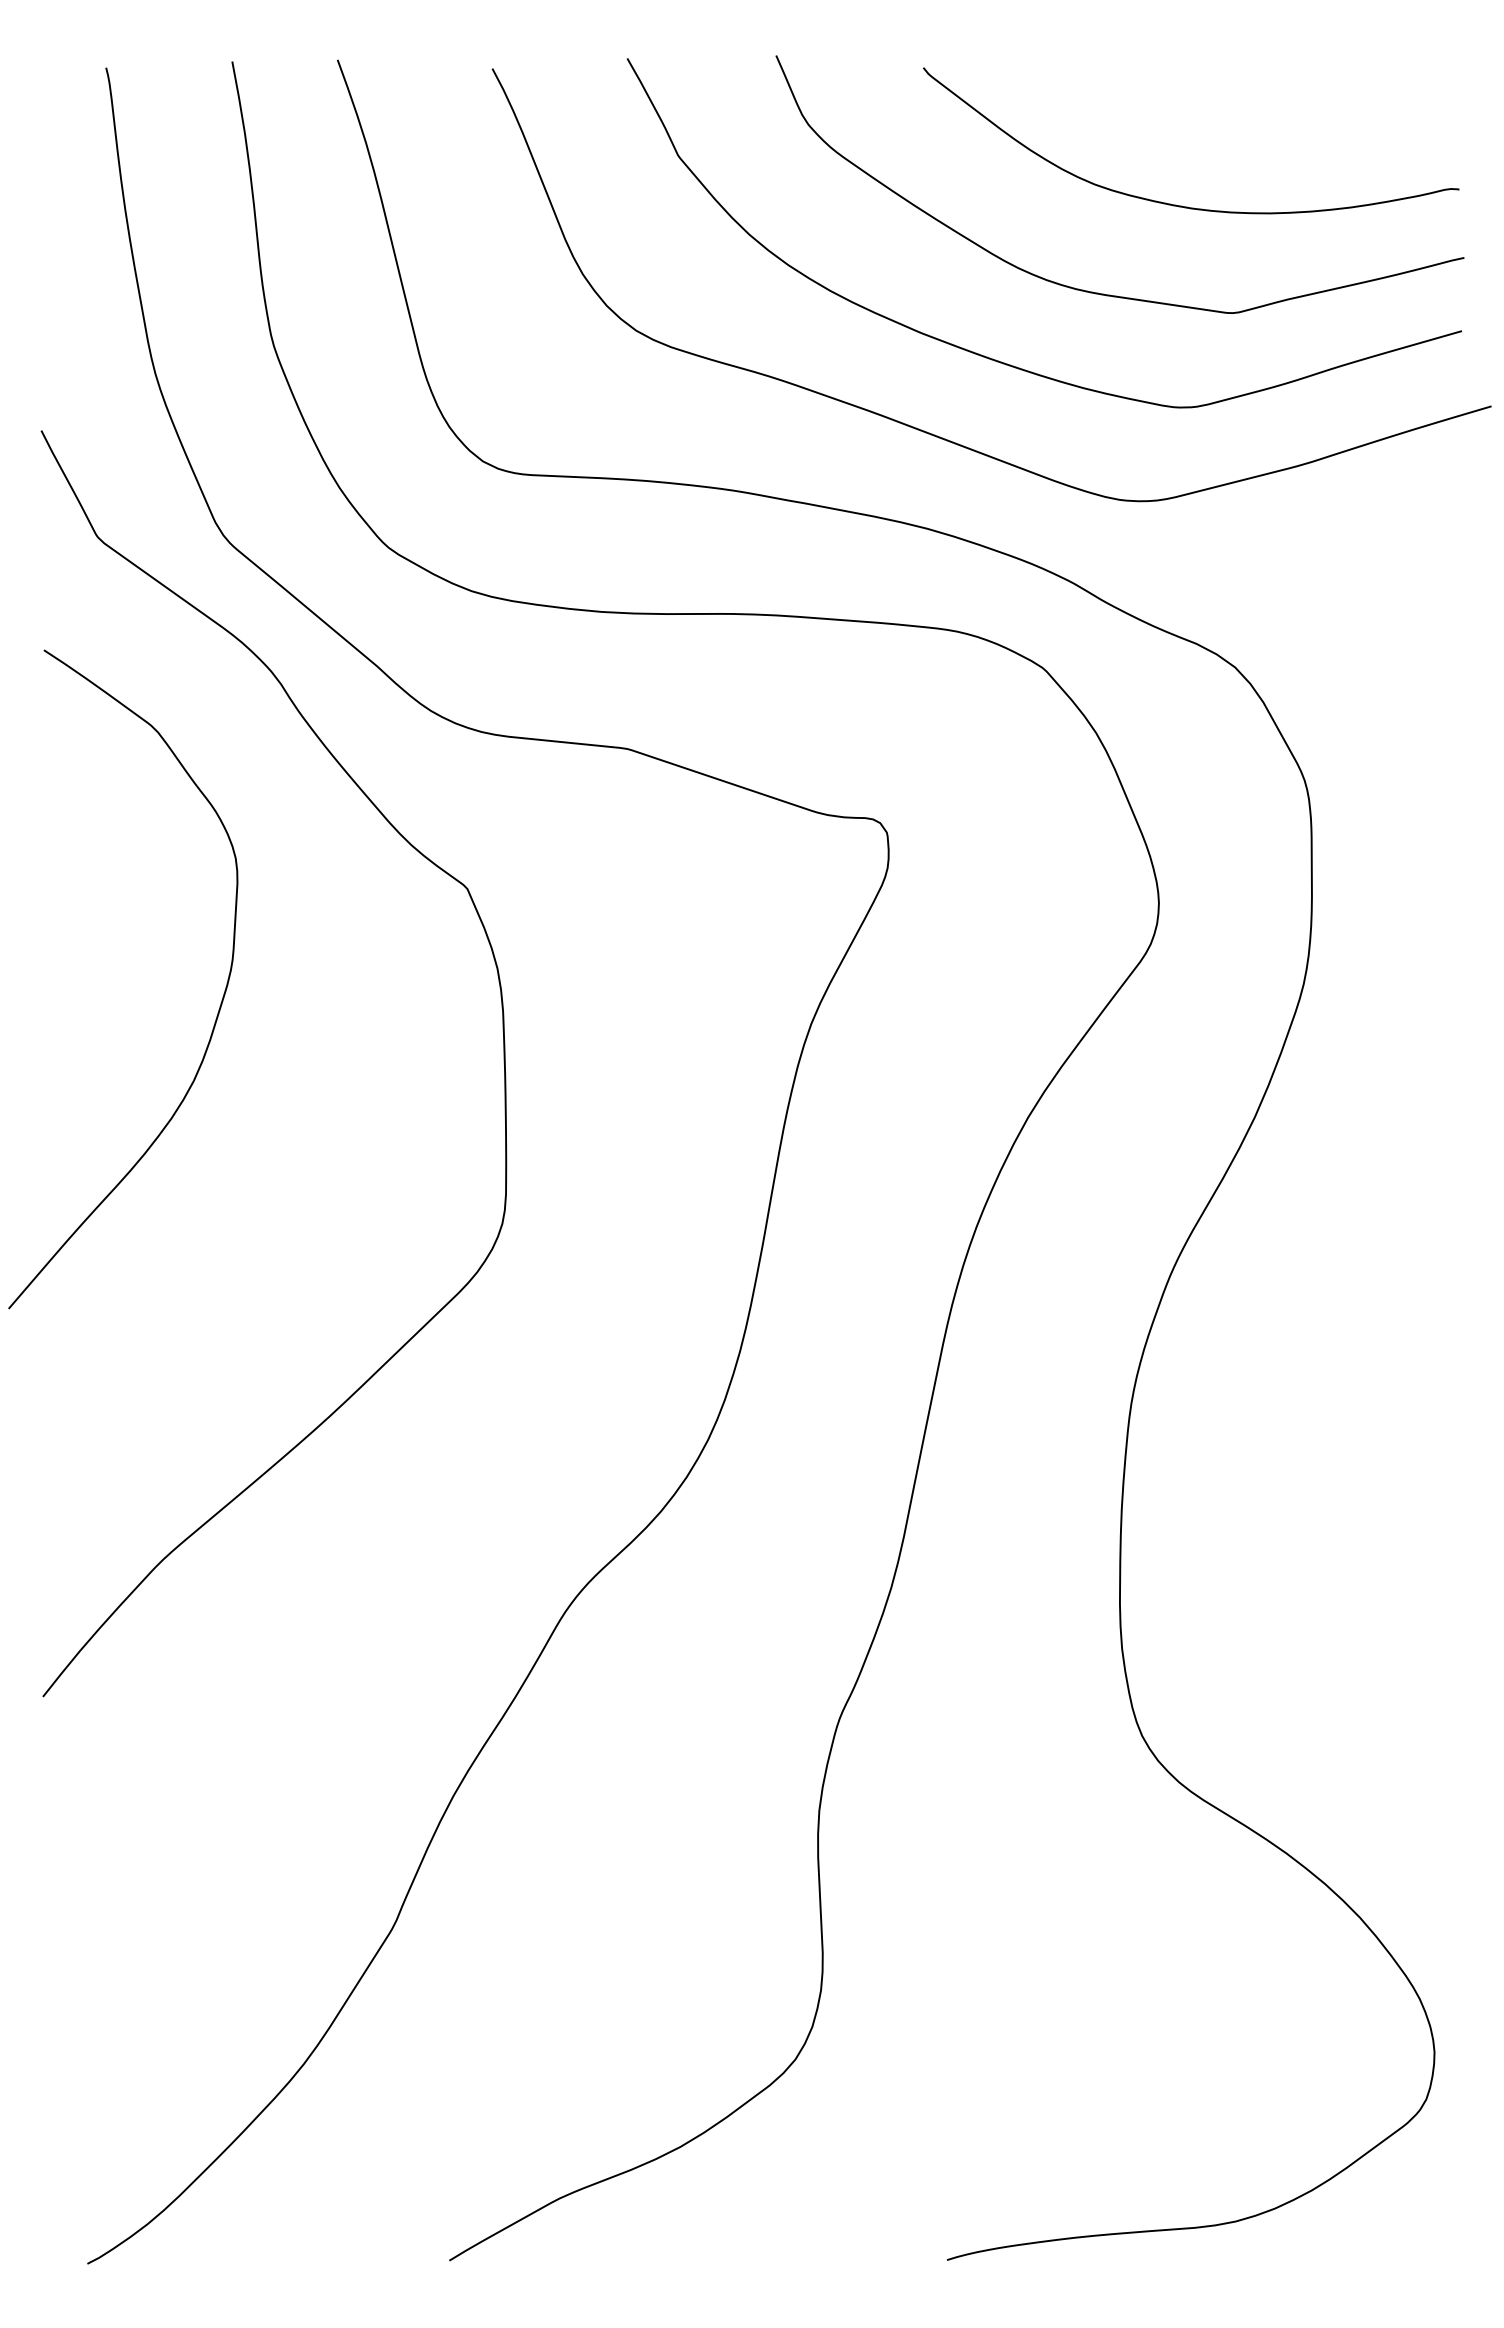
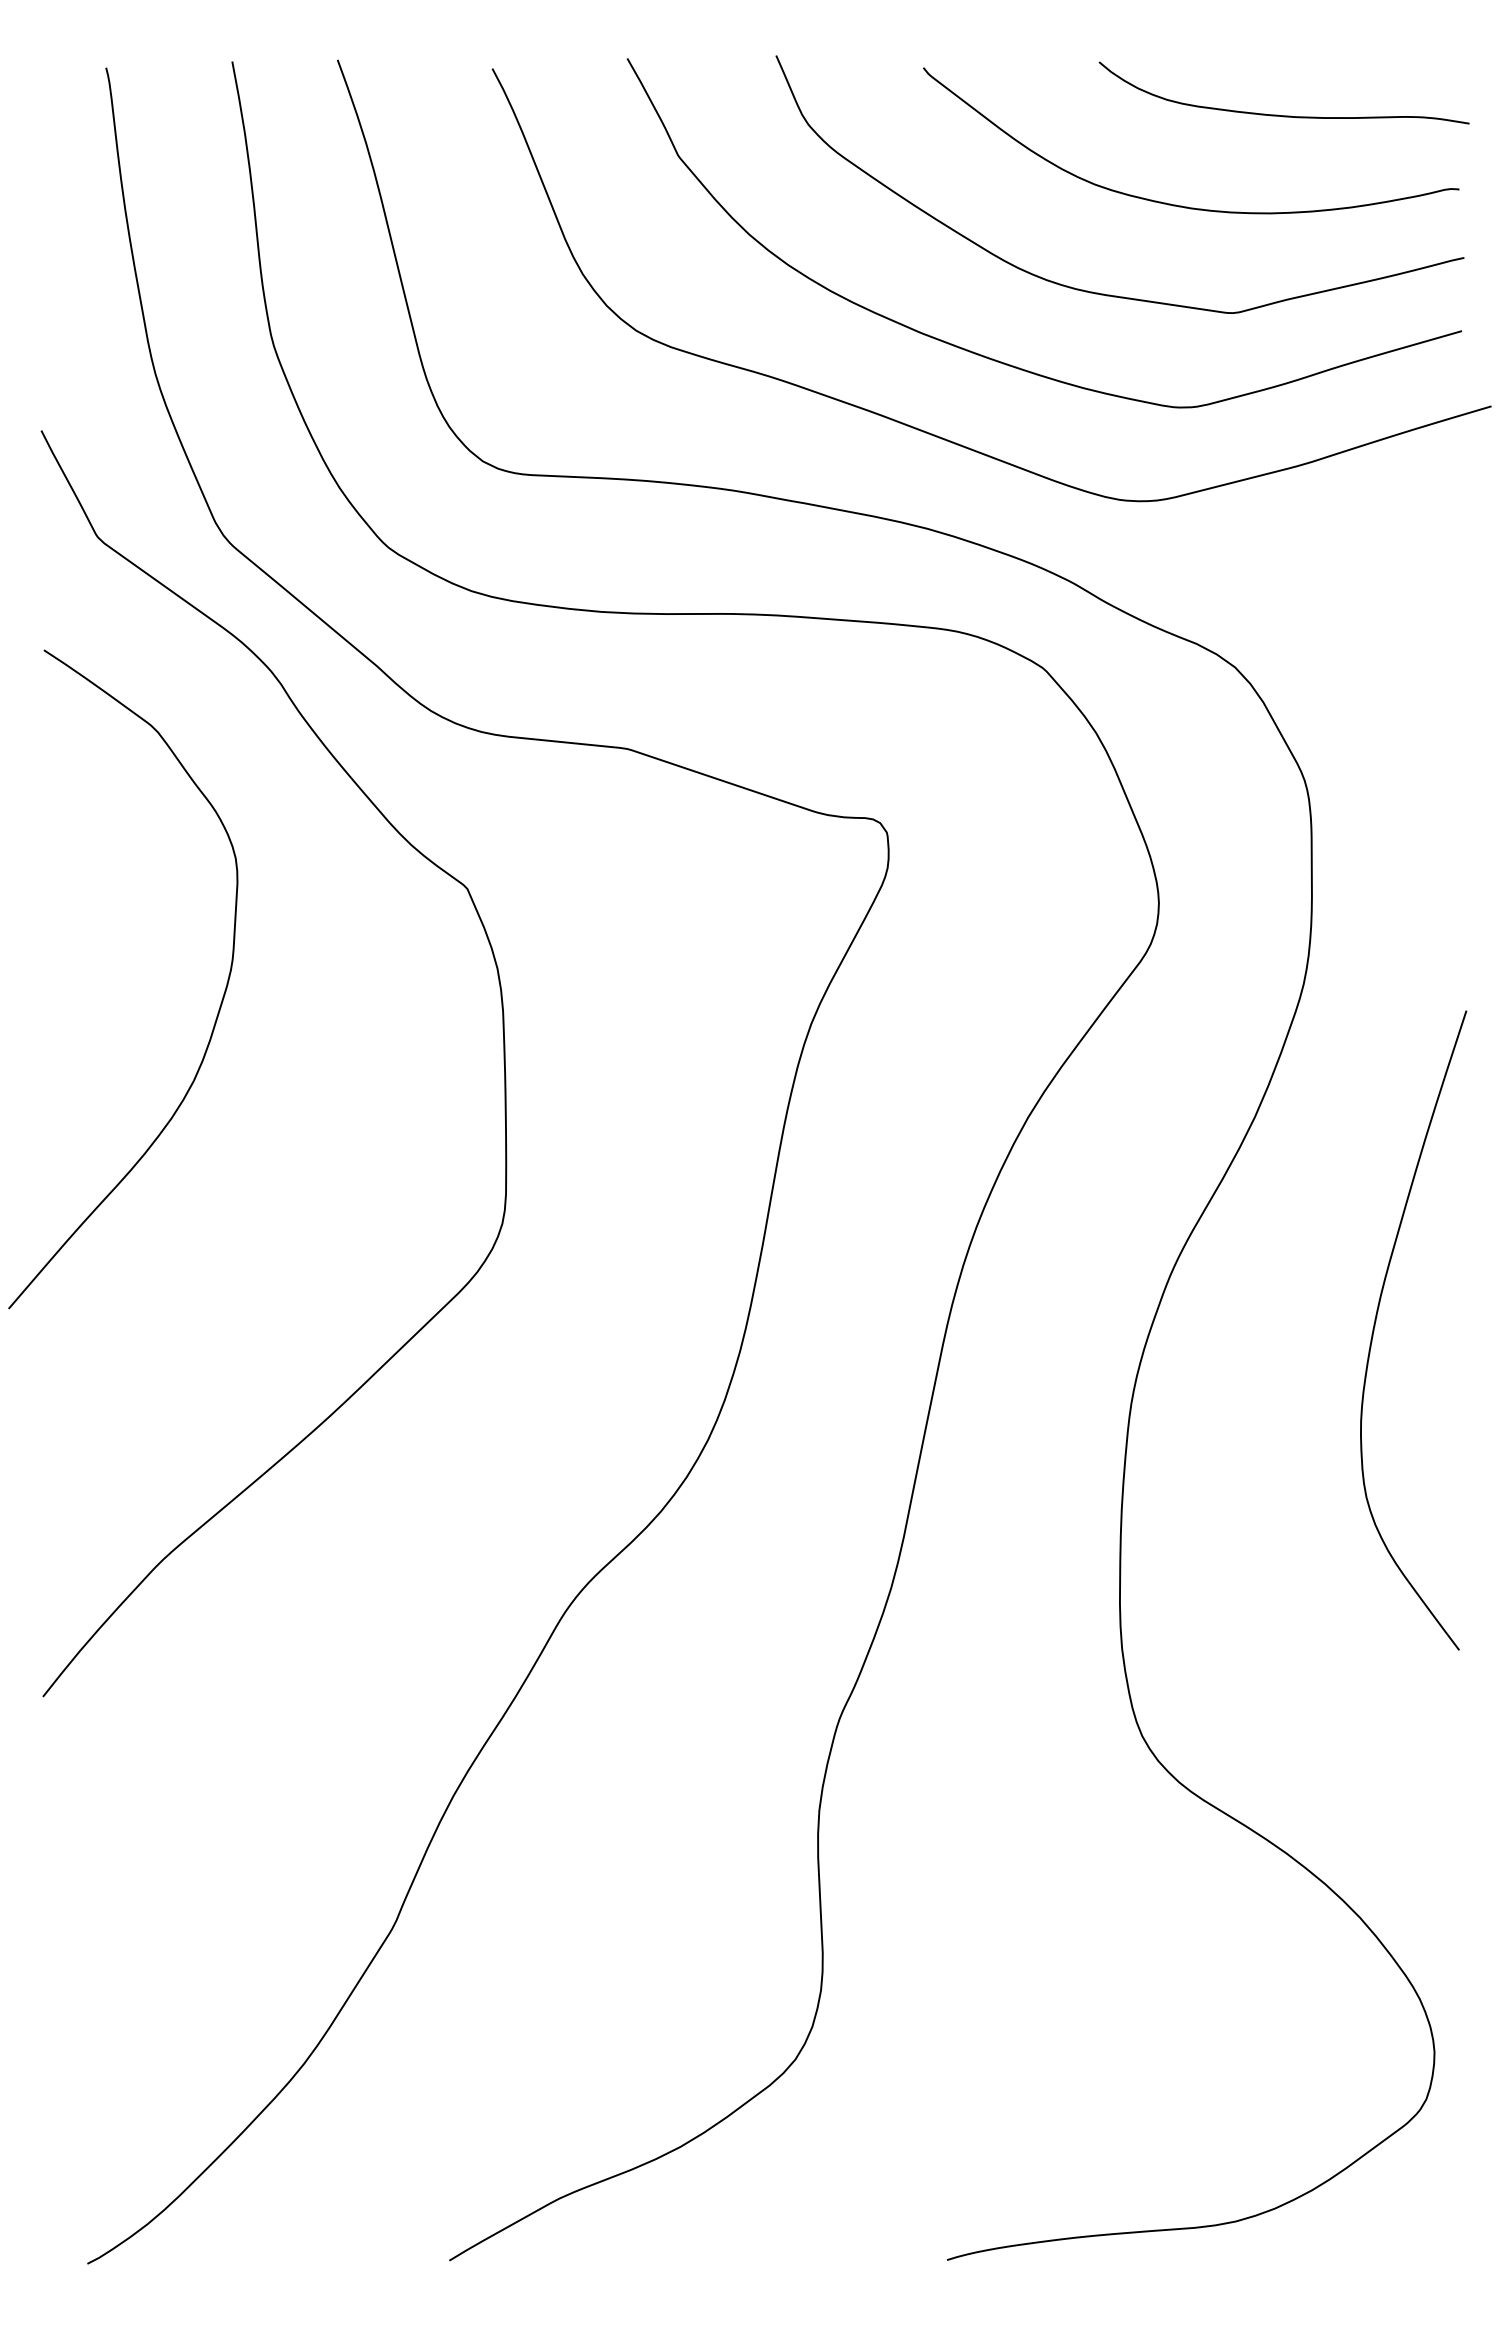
curve at (1278, 114): none -> present
curve at (1376, 1321): none -> present
